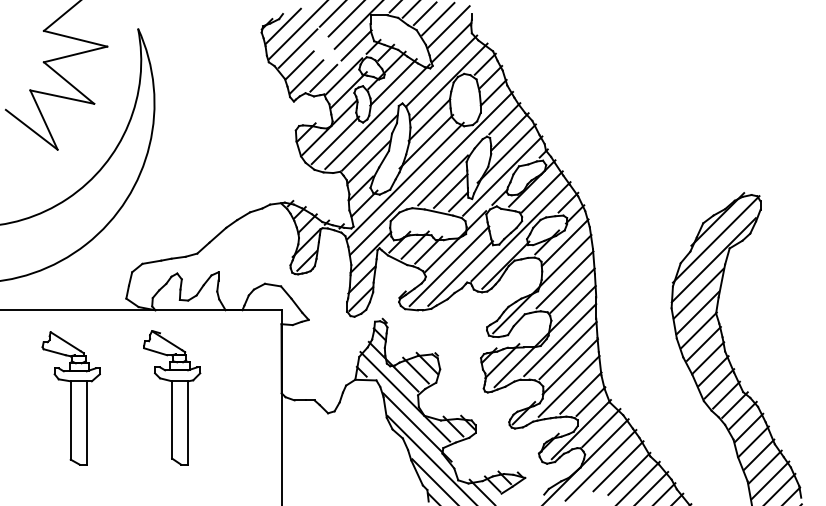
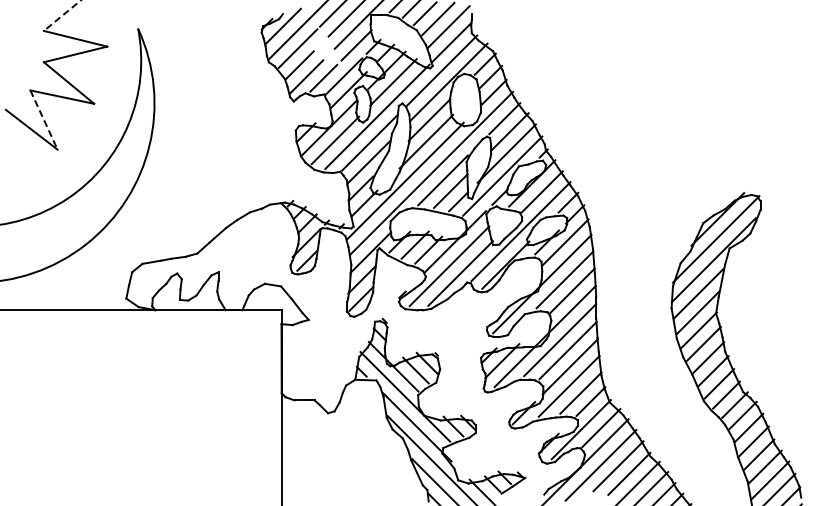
line at (62, 15): solid -> dashed
line at (44, 120): solid -> dashed
part at (172, 397): present -> none
part at (70, 398): present -> none
